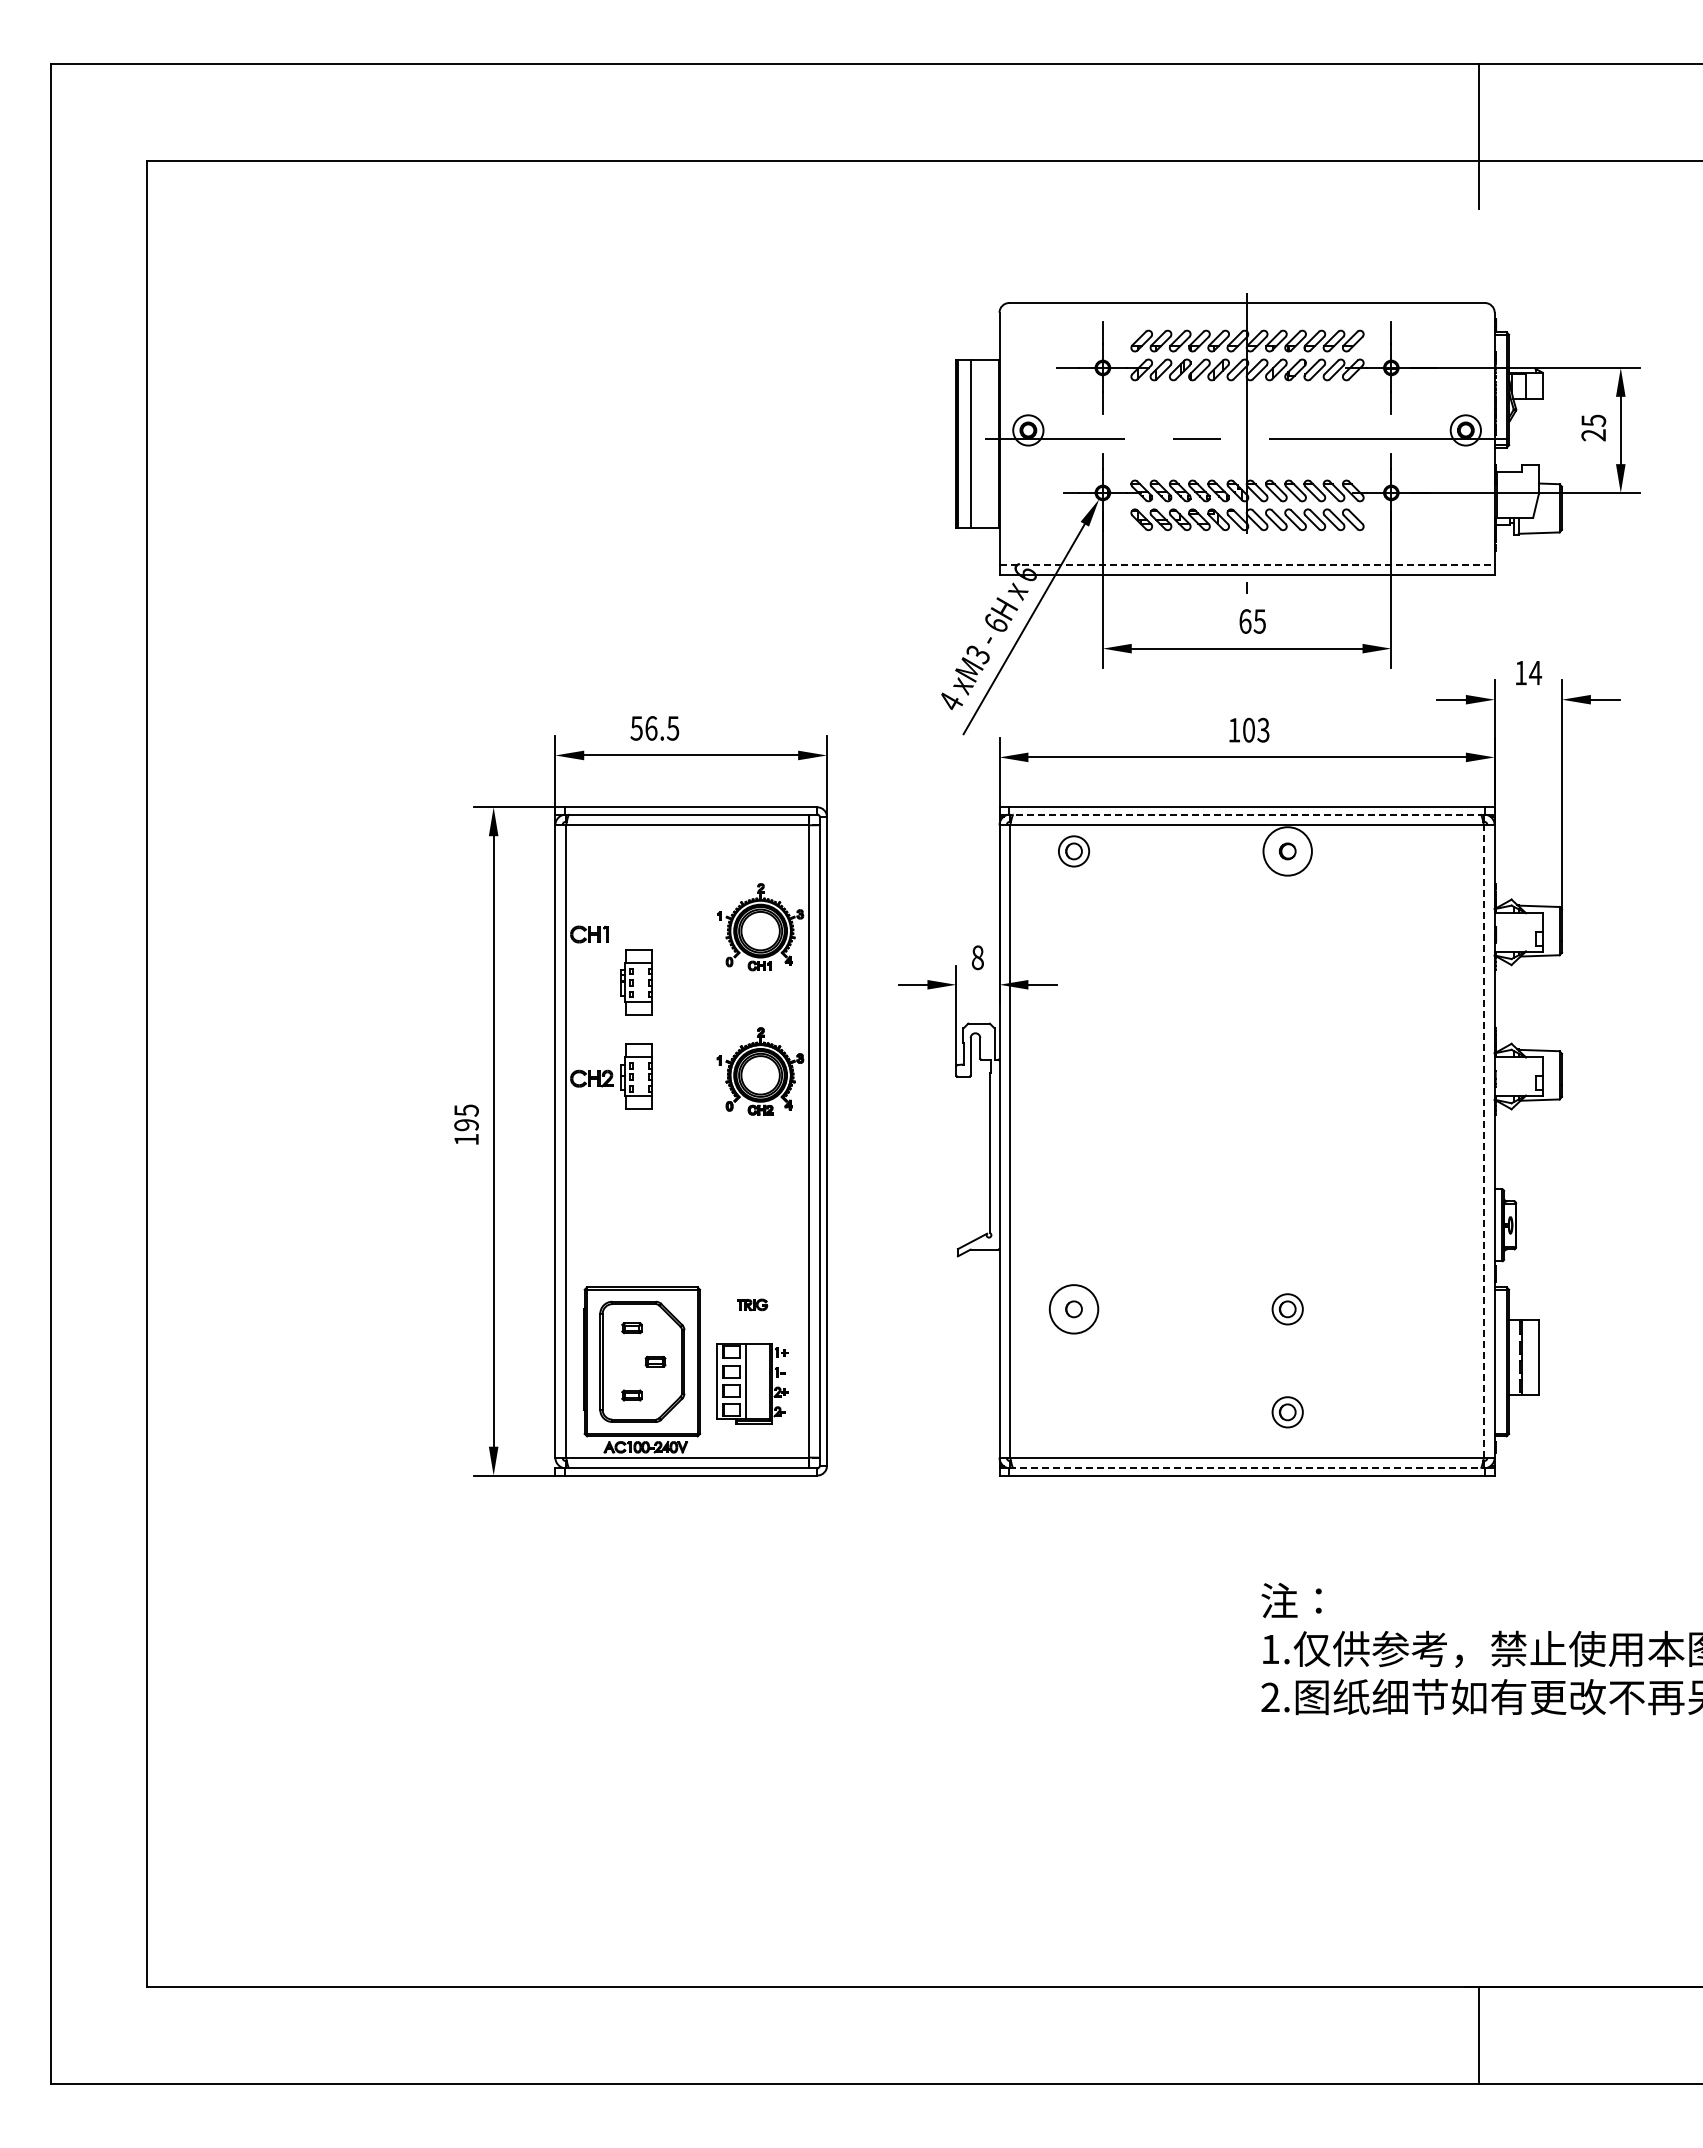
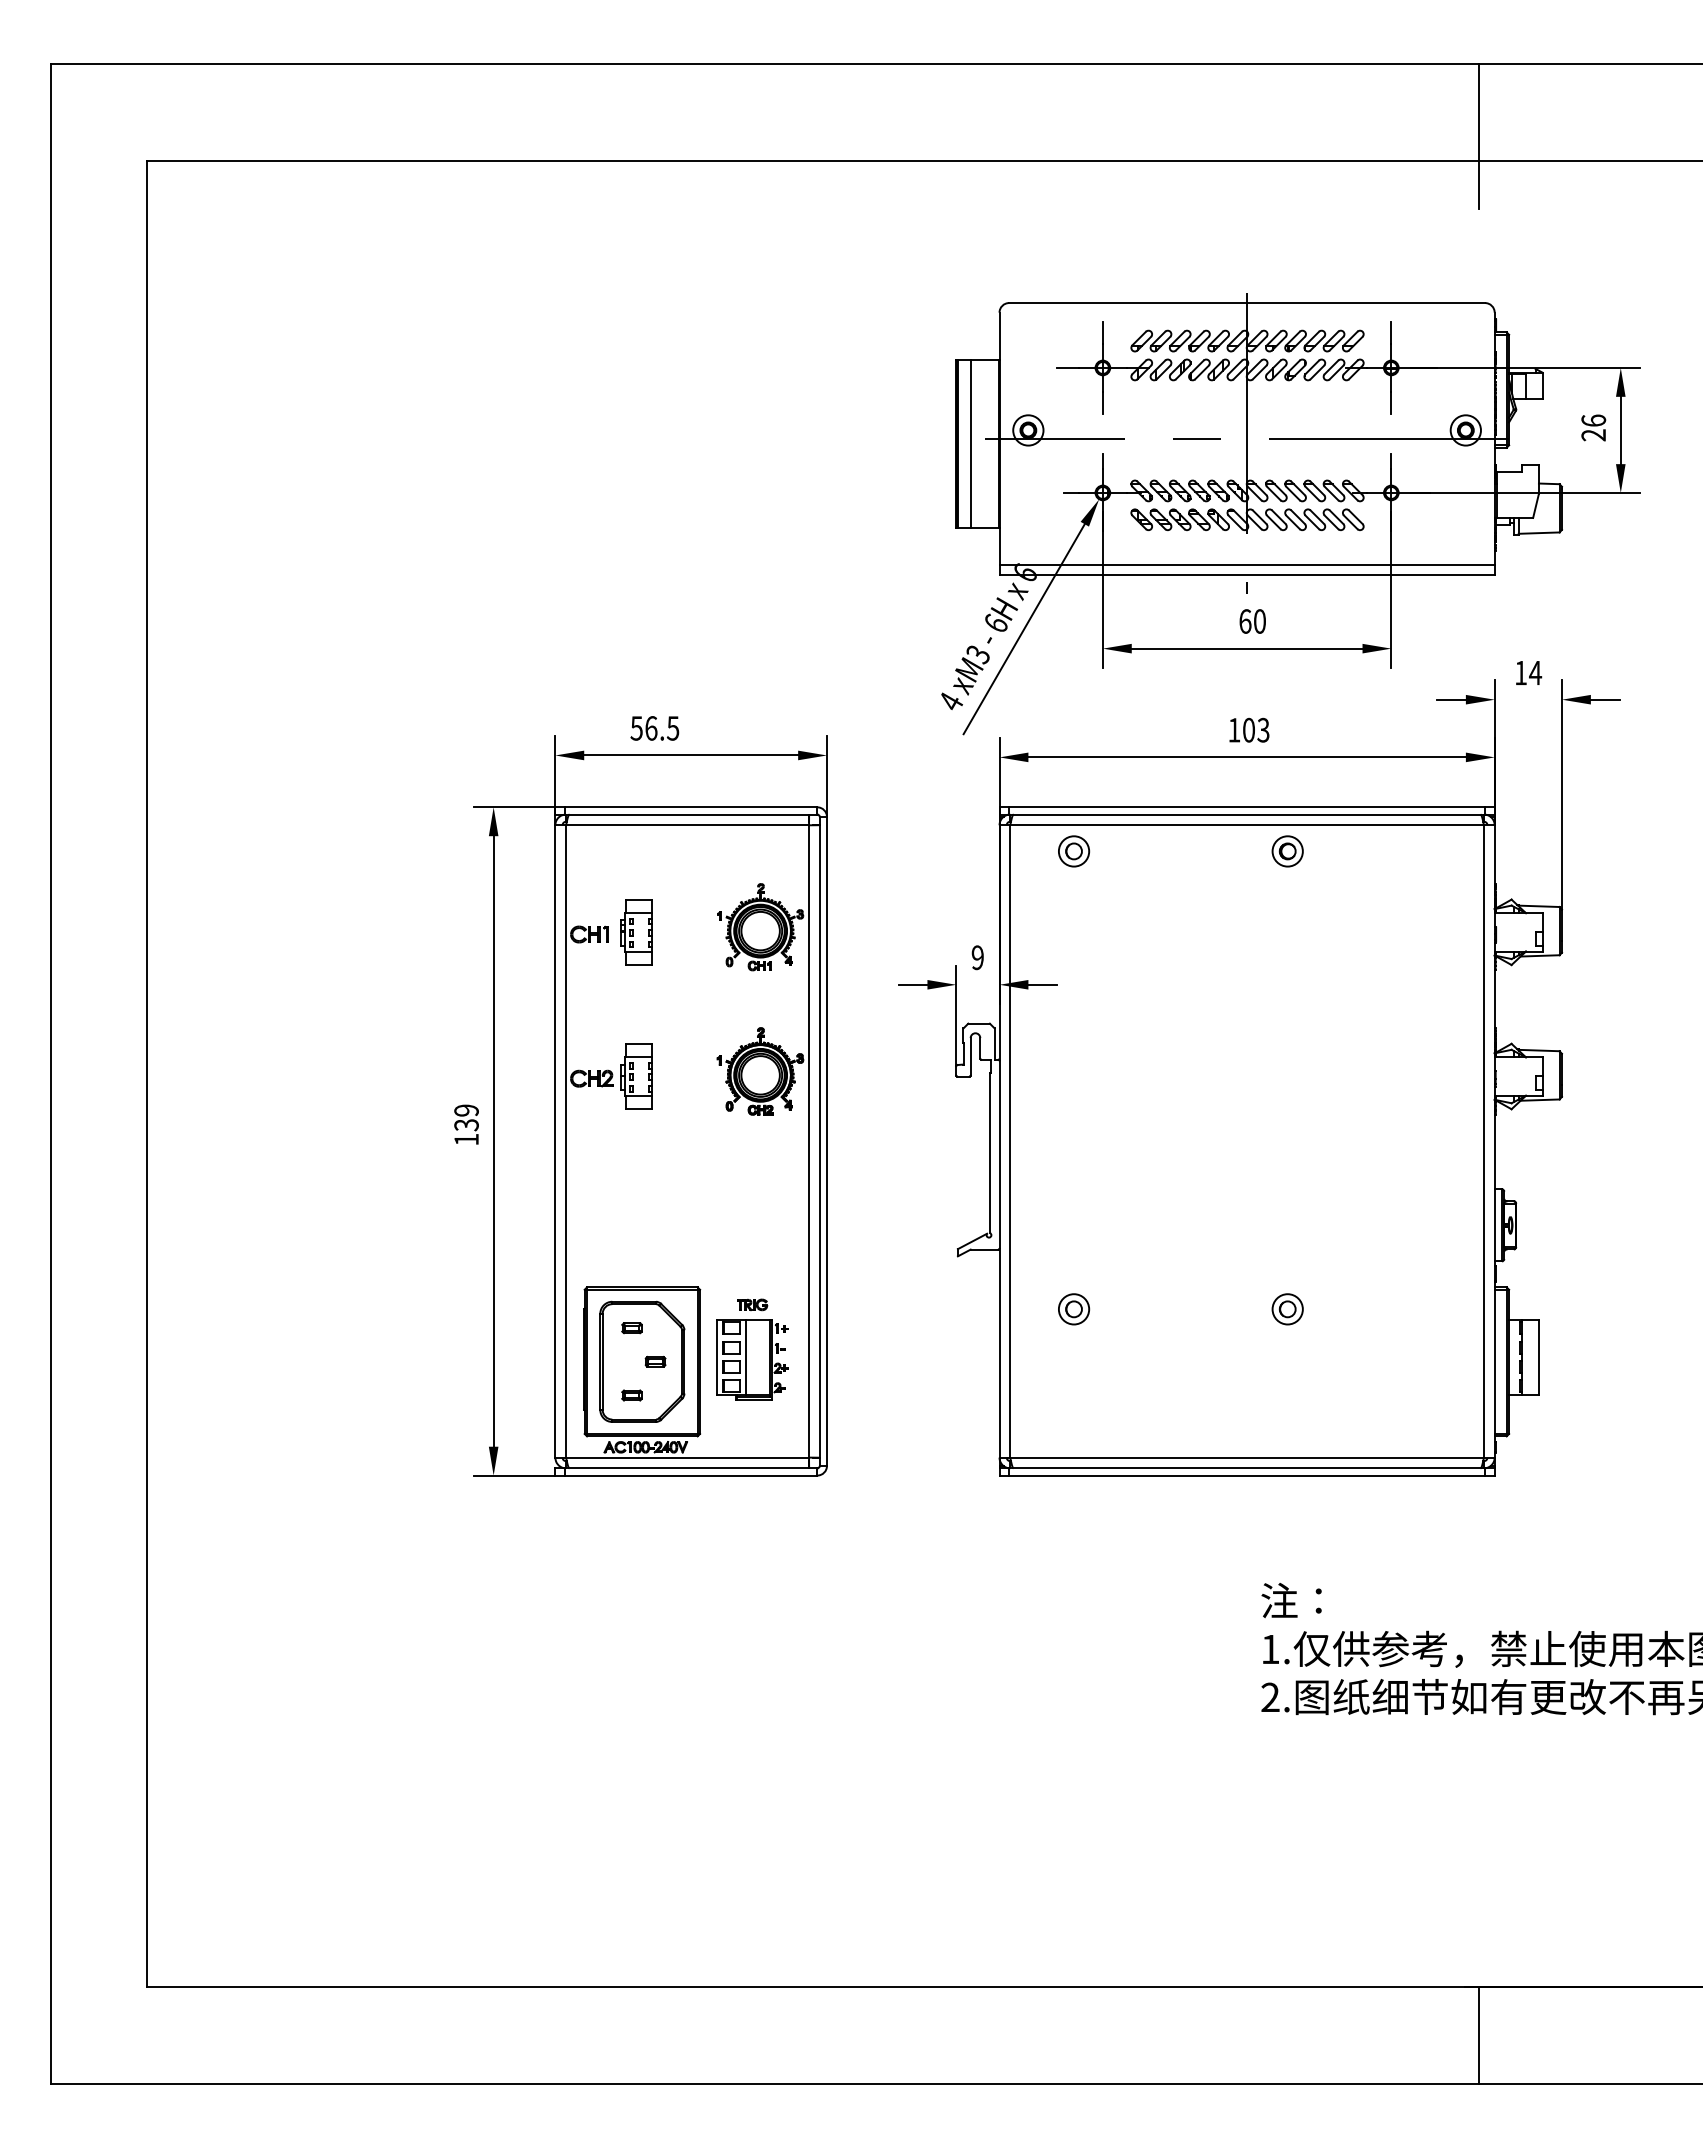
text at (1593, 420): 25 -> 26
line at (1247, 565): dashed -> solid
text at (1259, 621): 65 -> 60
line at (1247, 814): dashed -> solid
circle at (1287, 851) diameter: 48 px -> 30 px
text at (977, 957): 8 -> 9
part at (636, 982) position: (636, 982) -> (636, 932)
text at (466, 1117): 195 -> 139
line at (1483, 1140): dashed -> solid
circle at (1073, 1309) diameter: 48 px -> 30 px
part at (752, 1383) position: (752, 1383) -> (752, 1359)
part at (1287, 1412): present -> none
line at (1247, 1468): dashed -> solid
